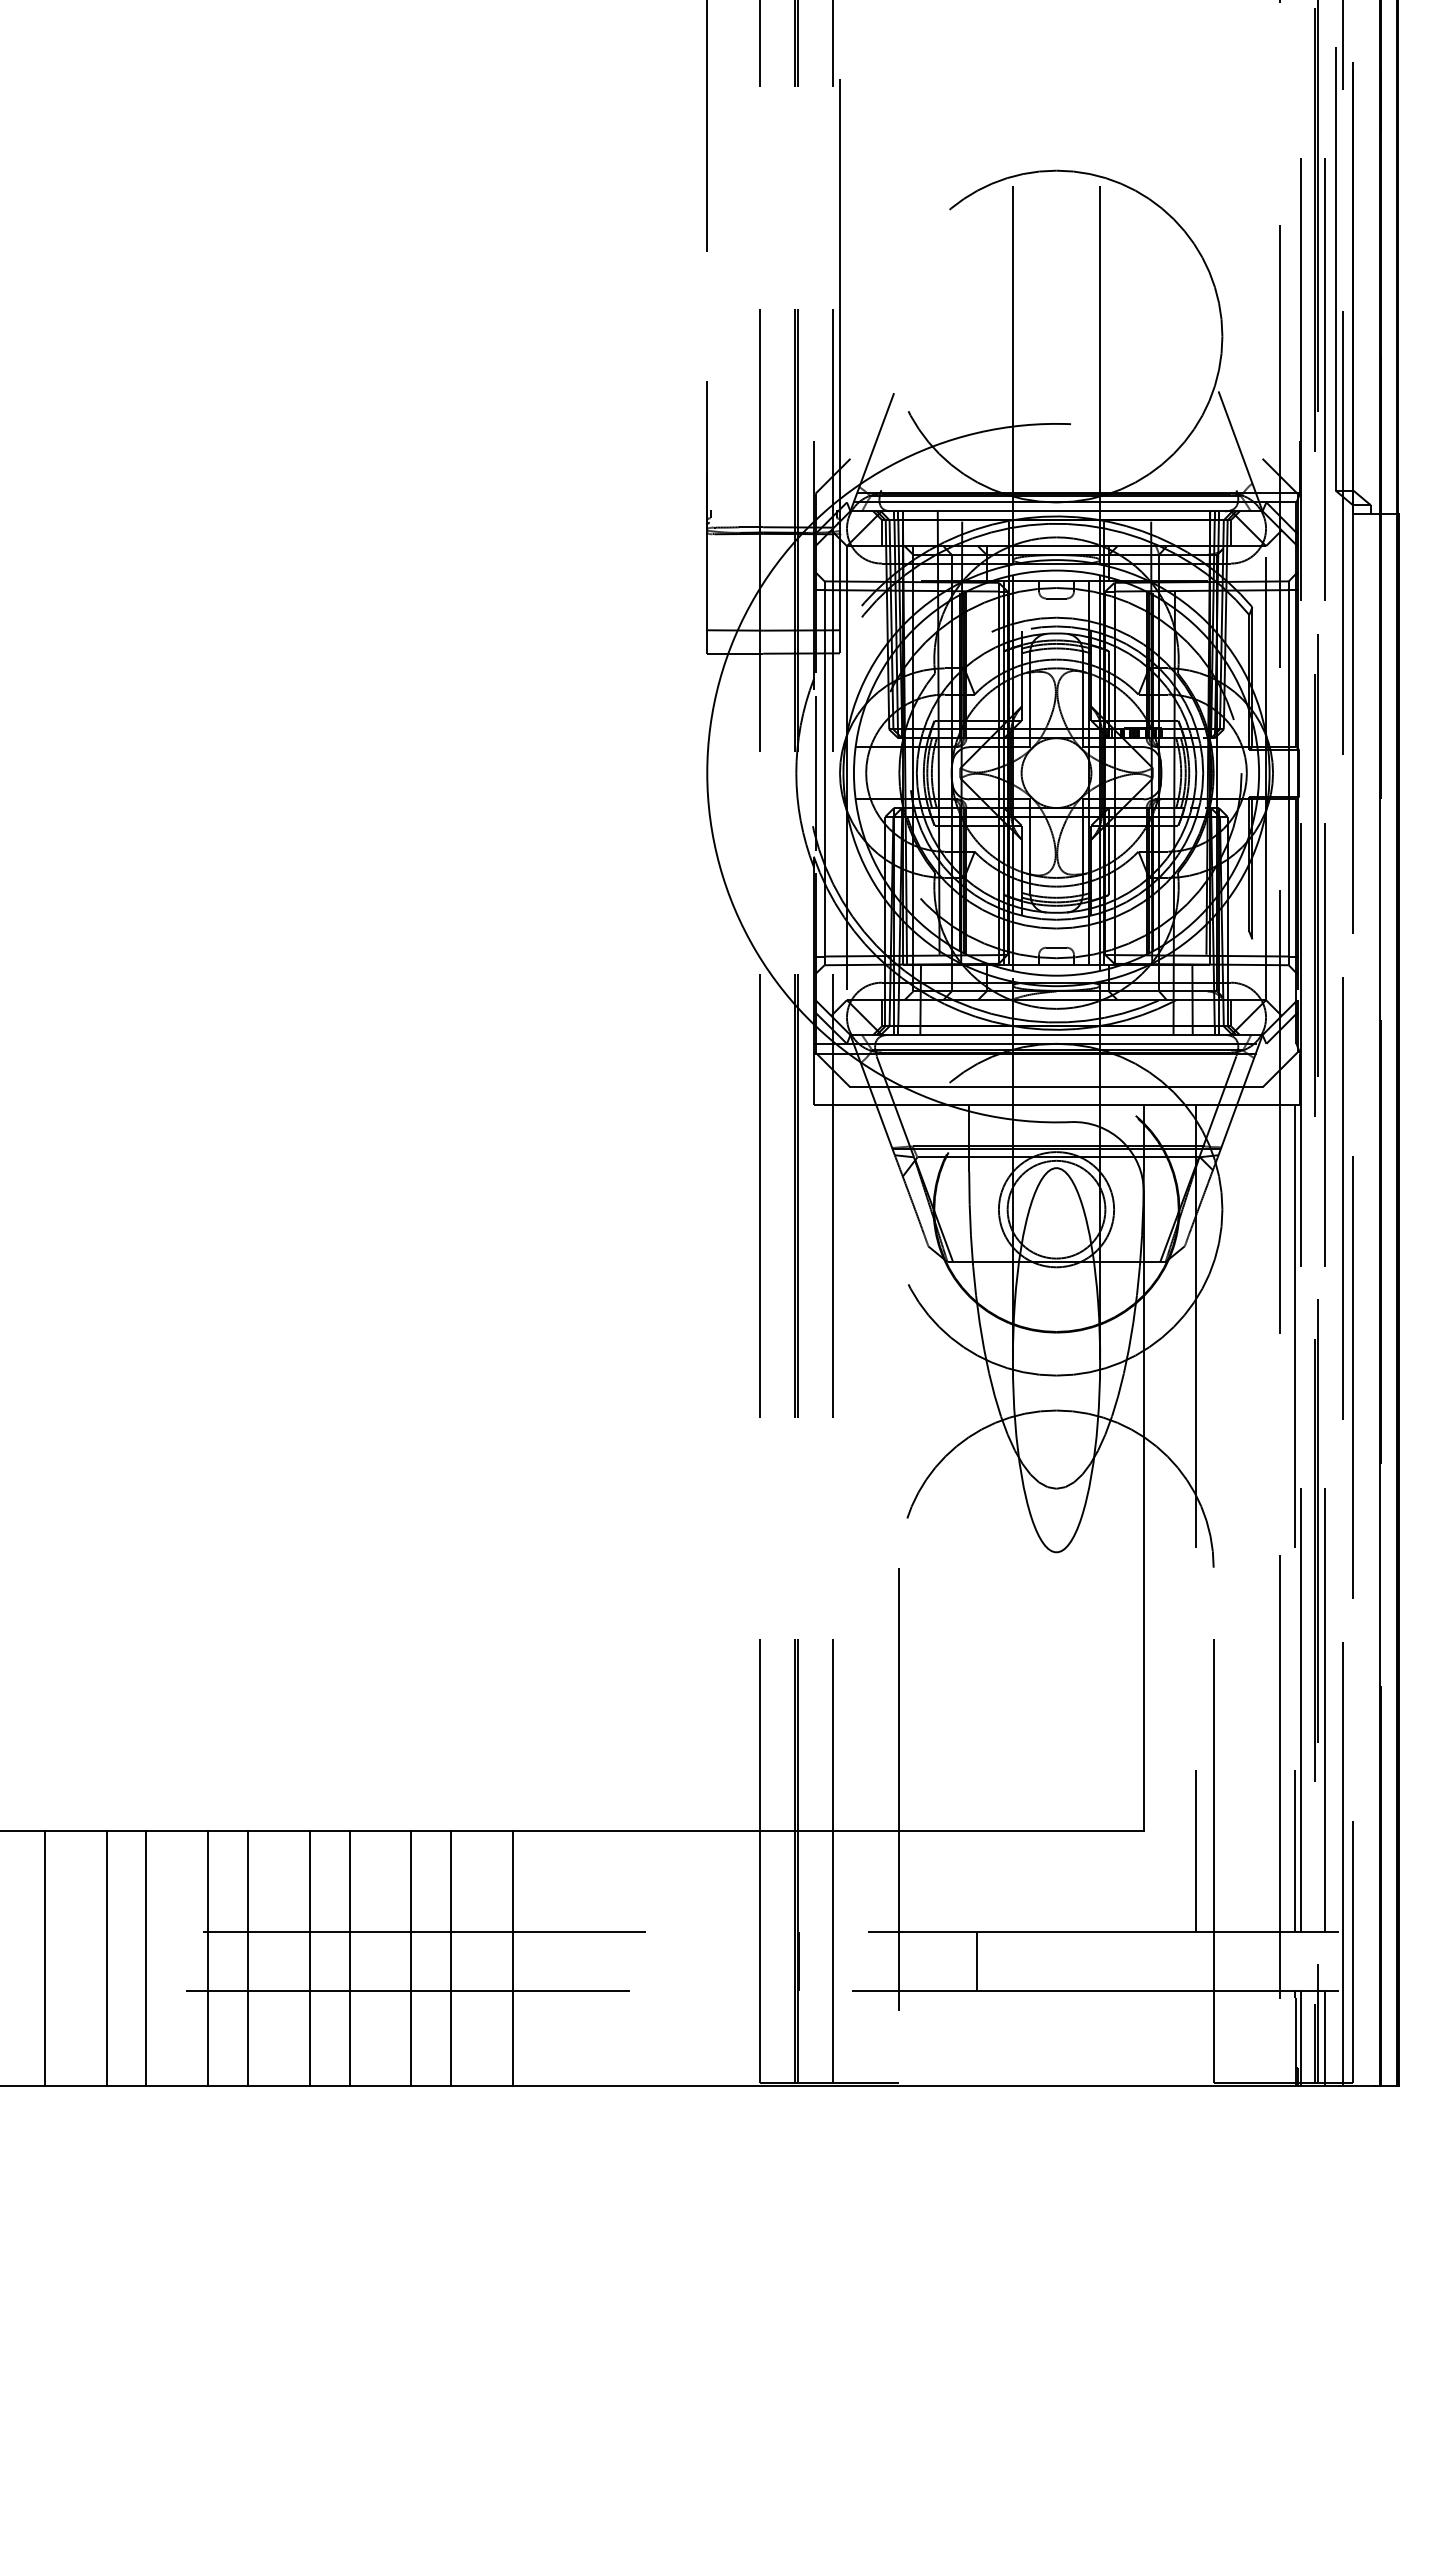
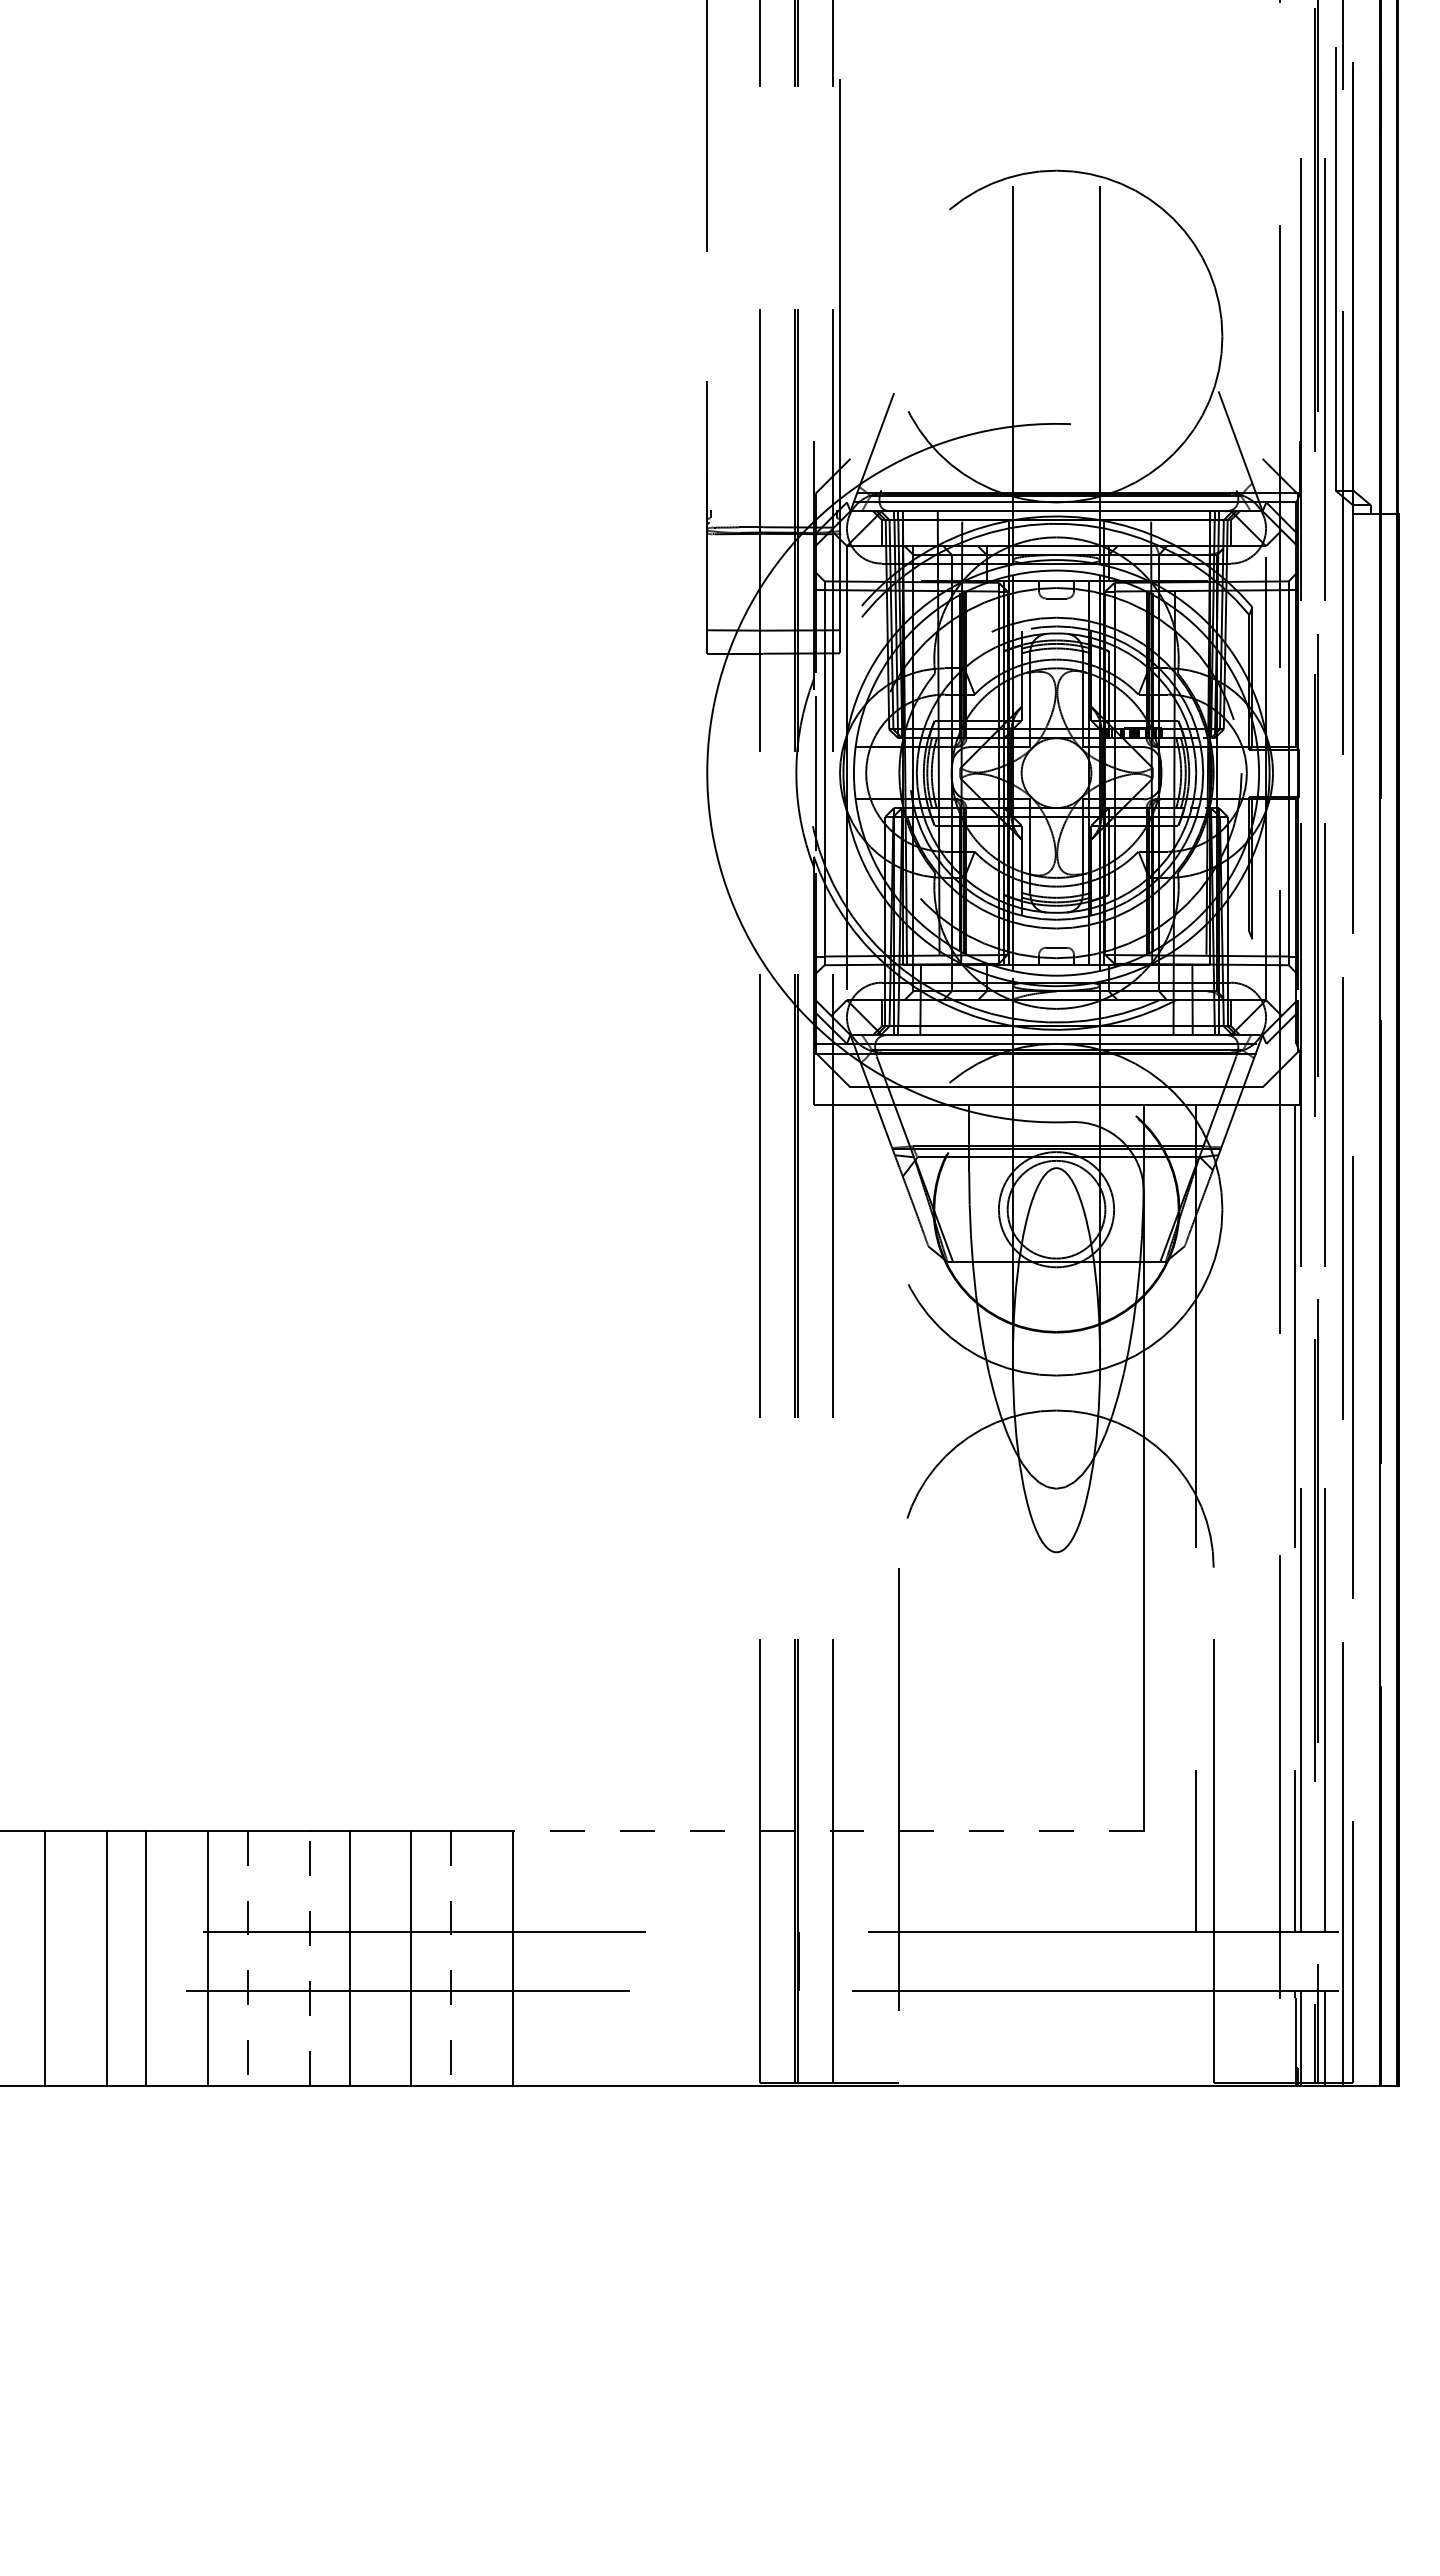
line at (827, 1830): solid -> dashed
line at (309, 1957): solid -> dashed
line at (248, 1958): solid -> dashed
line at (451, 1958): solid -> dashed
line at (976, 1961): present -> none
